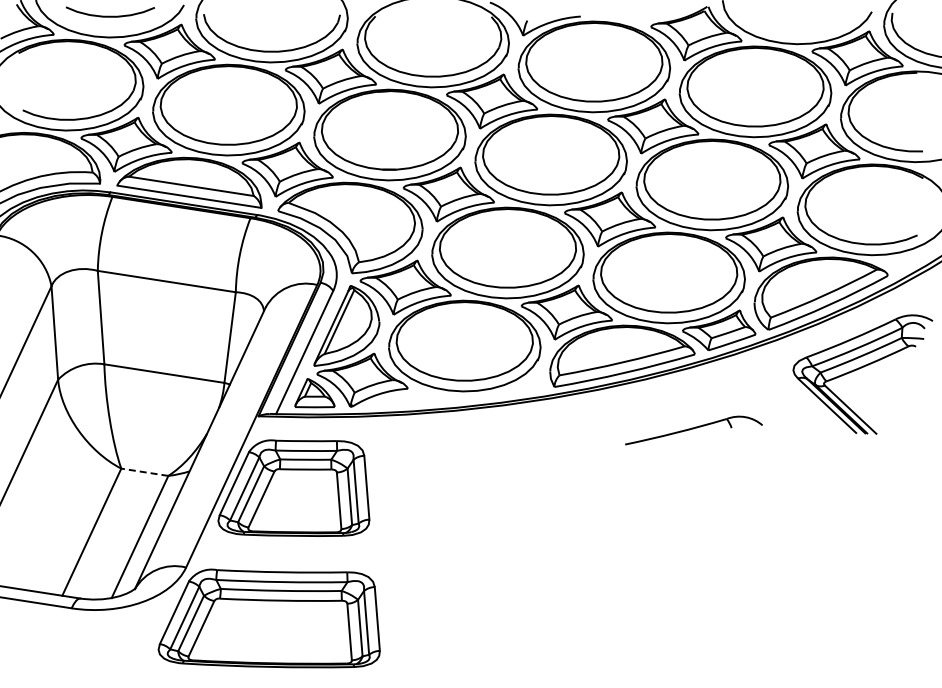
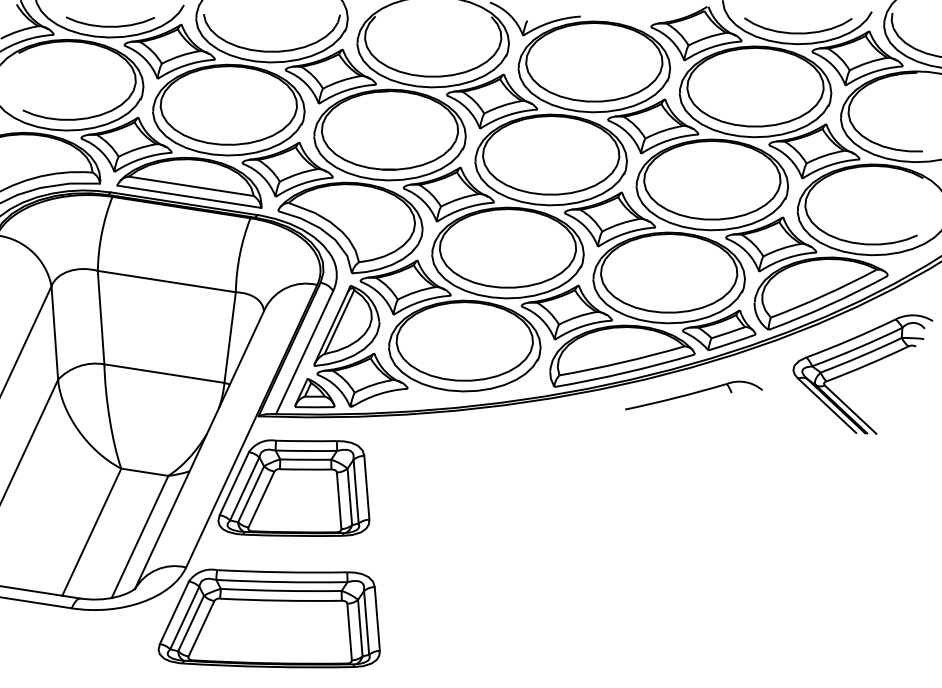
curve at (109, 15) position: (109, 15) -> (109, 25)
curve at (798, 32): none -> present
part at (693, 430) position: (693, 430) -> (693, 395)
line at (144, 472): dashed -> solid
